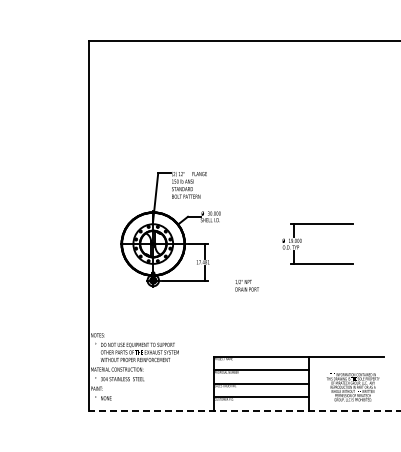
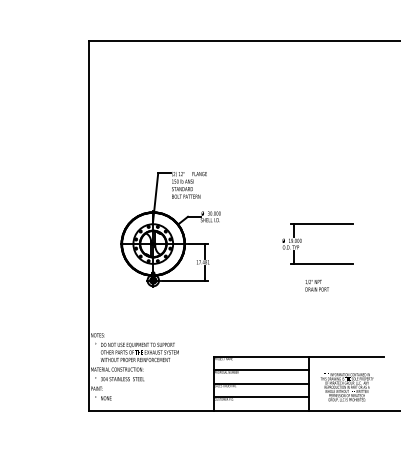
text at (246, 285) position: (246, 285) -> (316, 285)
text at (352, 387) position: (352, 387) -> (346, 387)
line at (244, 410): dashed -> solid
